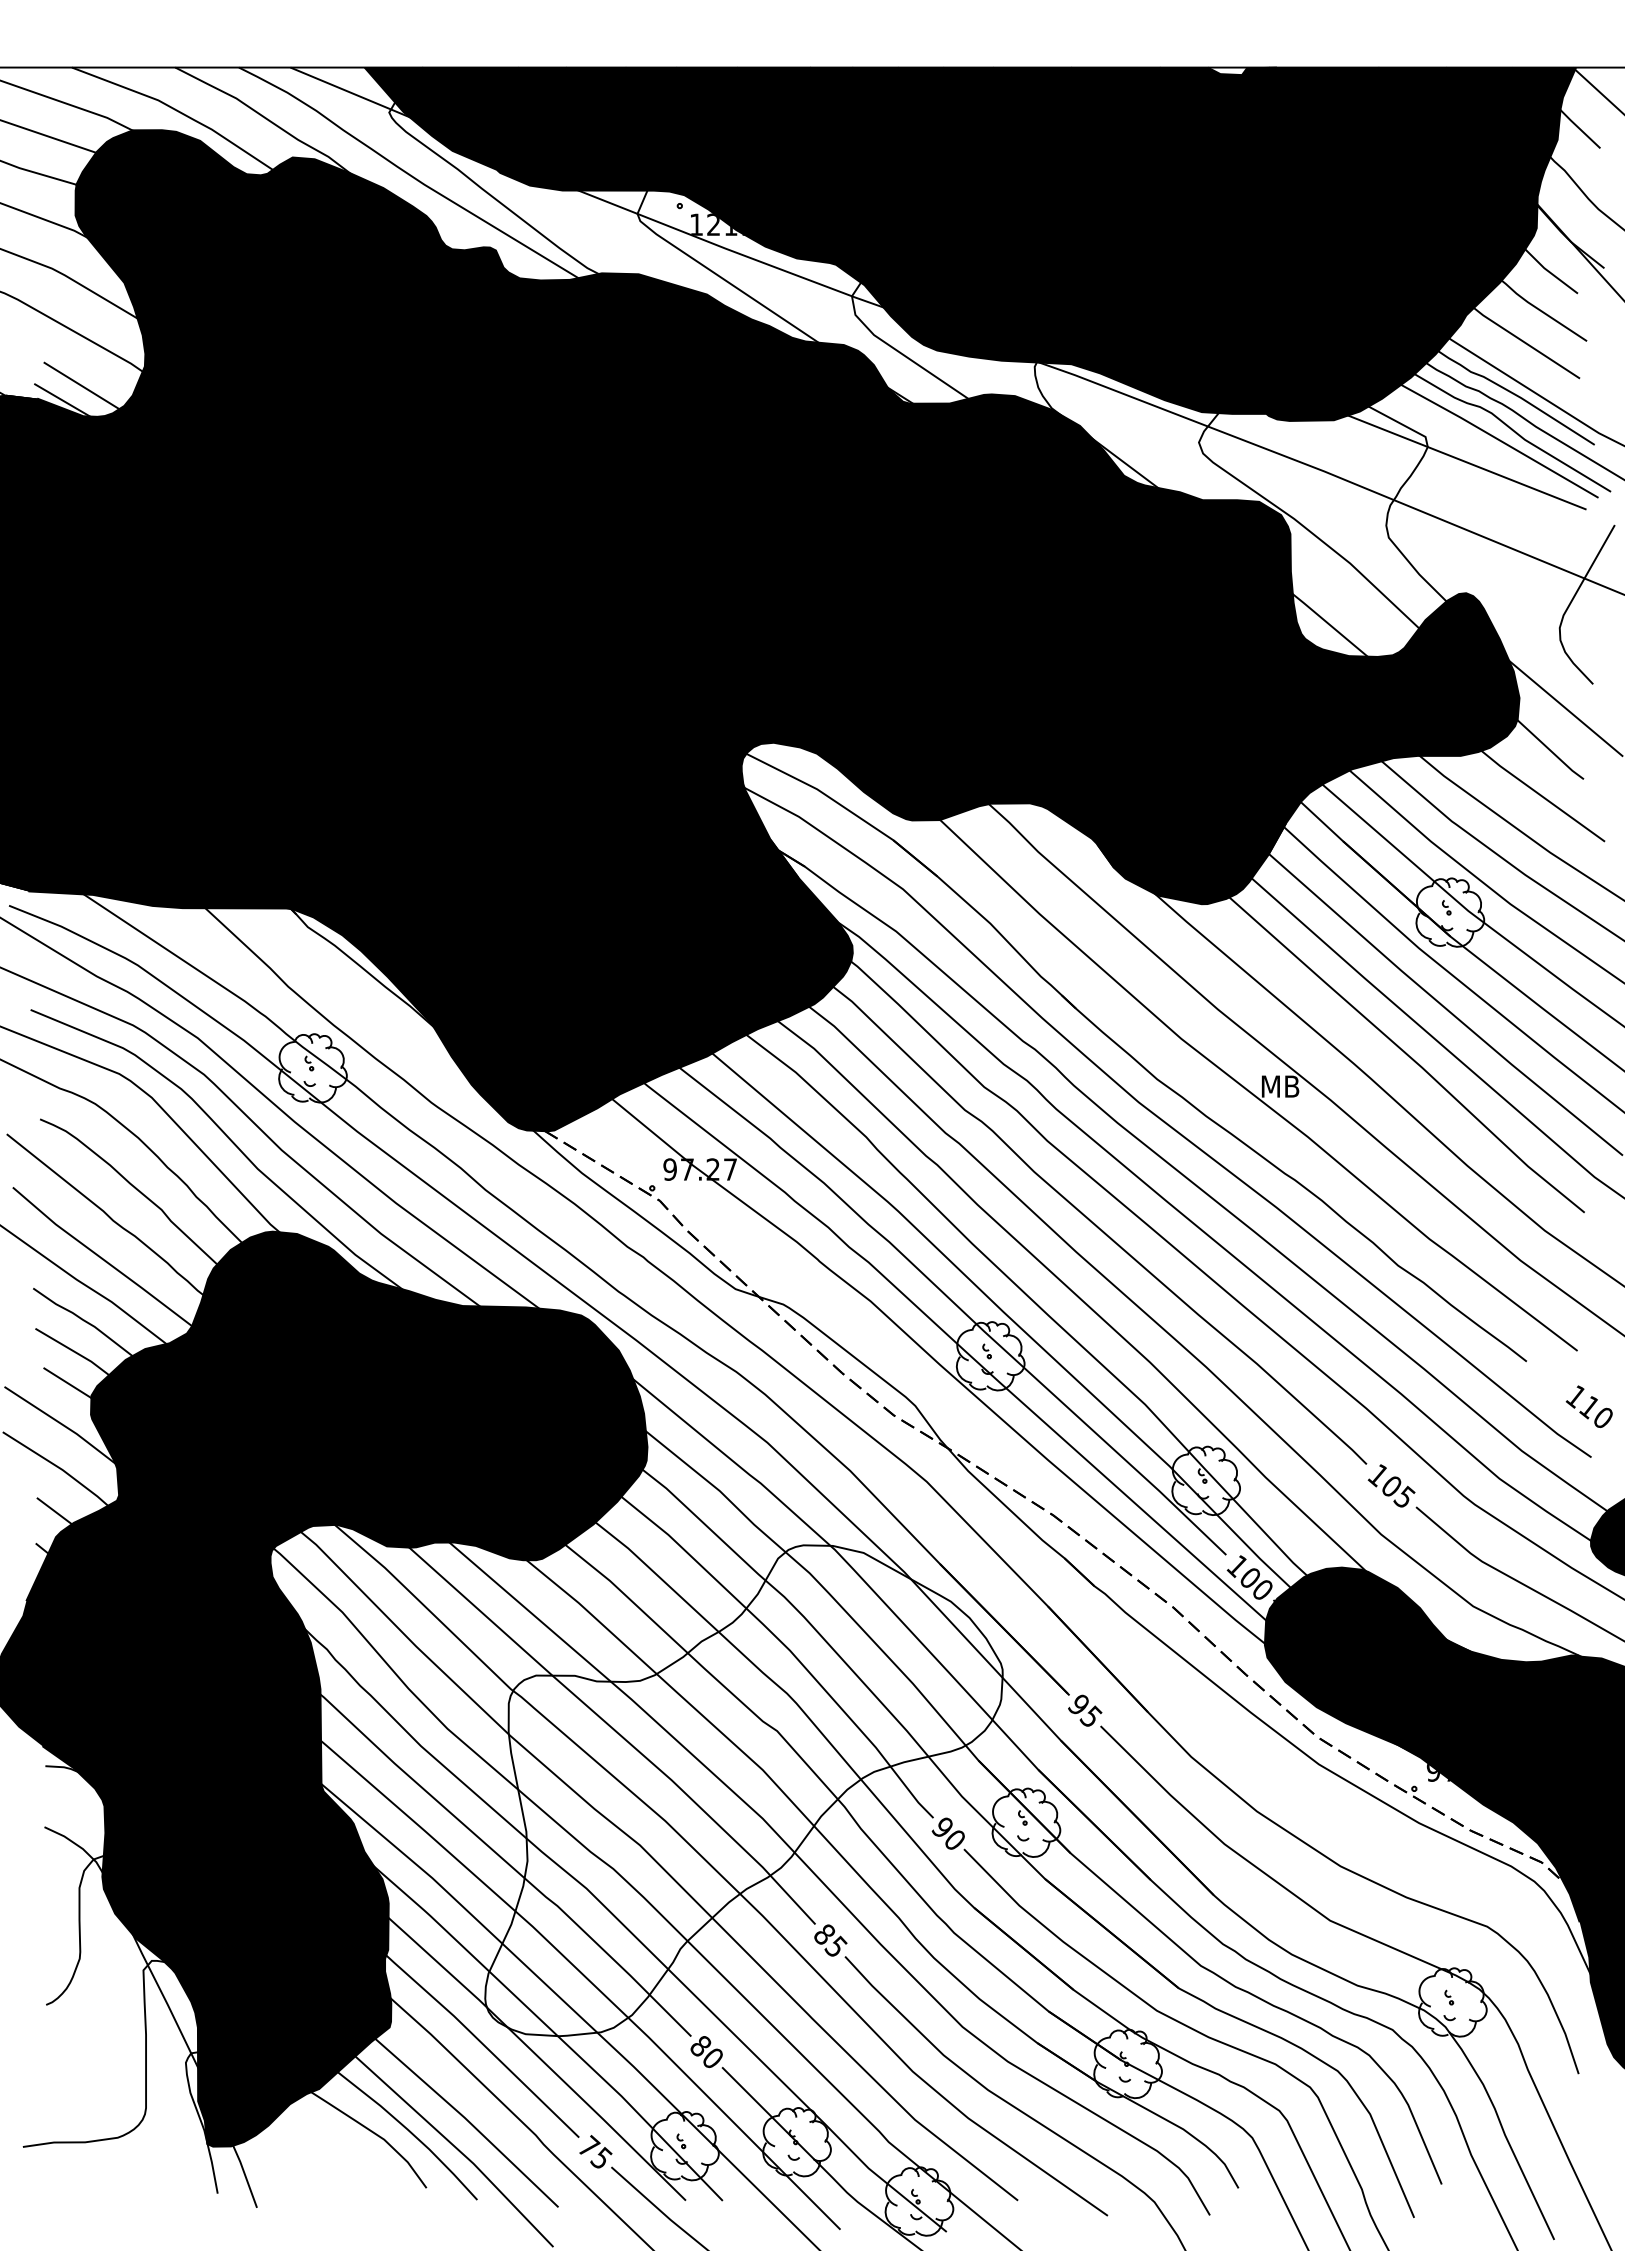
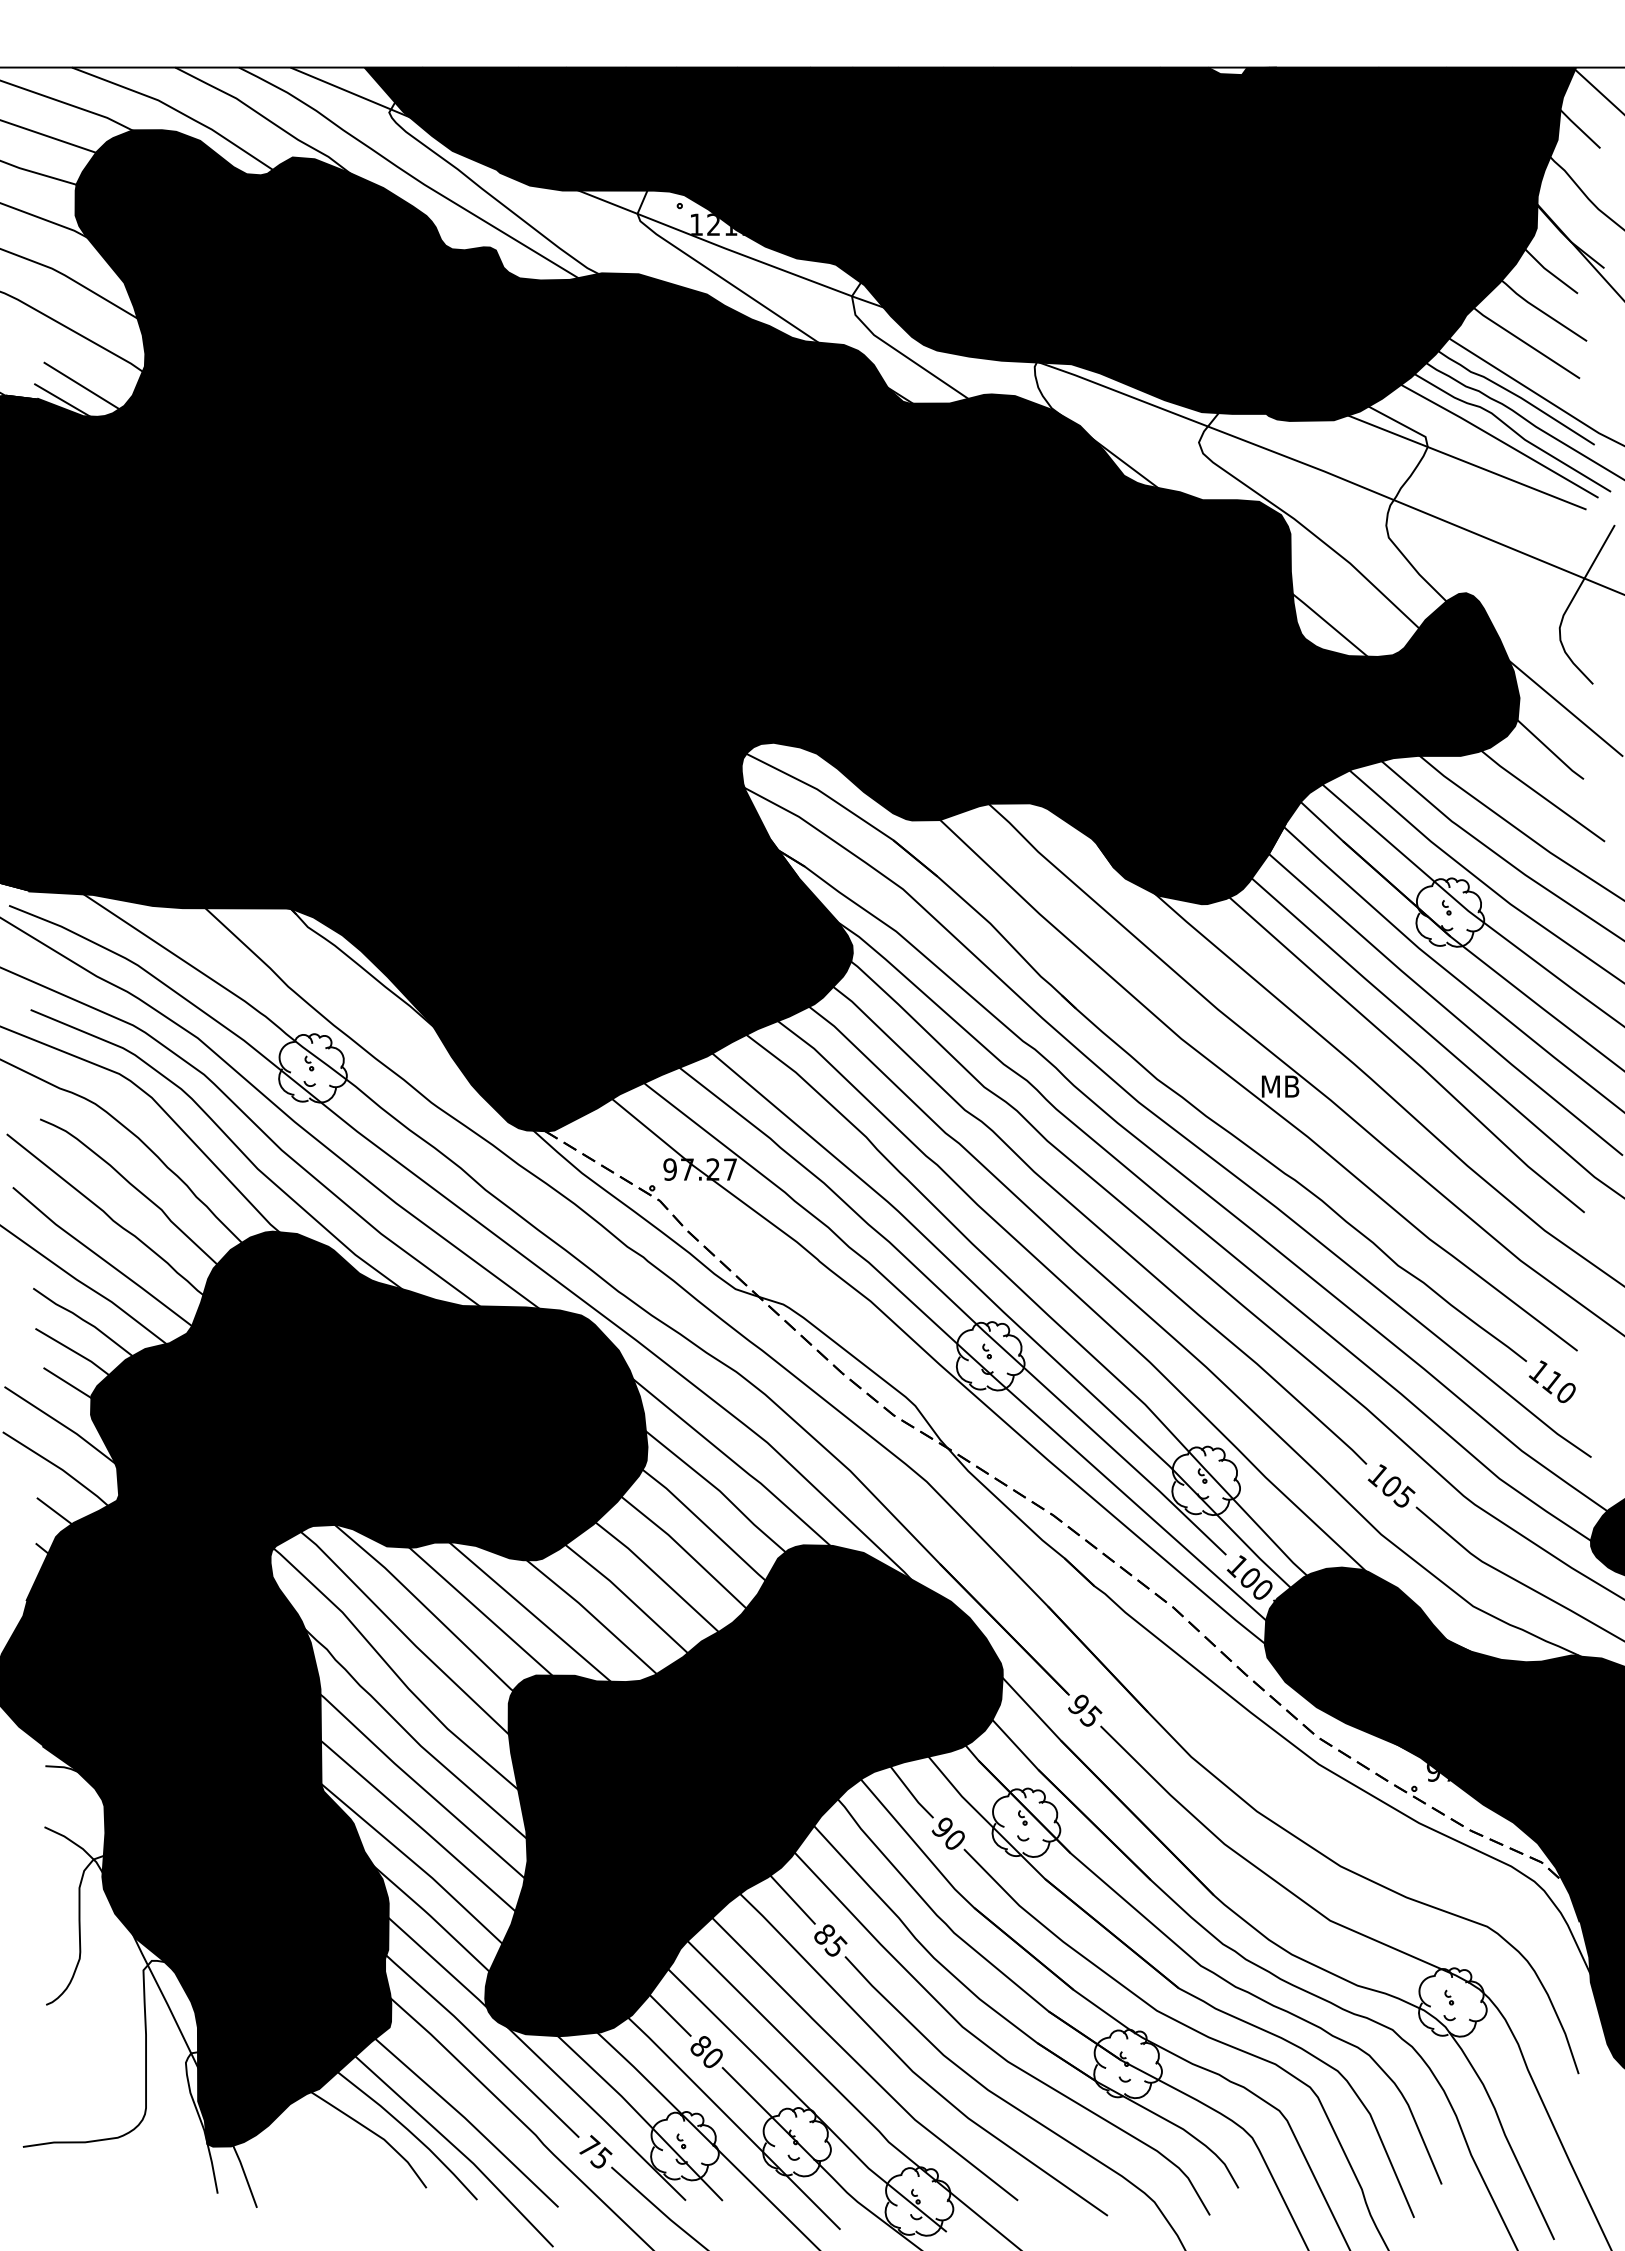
text at (1588, 1406) position: (1588, 1406) -> (1551, 1381)
fill at (743, 1790): none -> present
